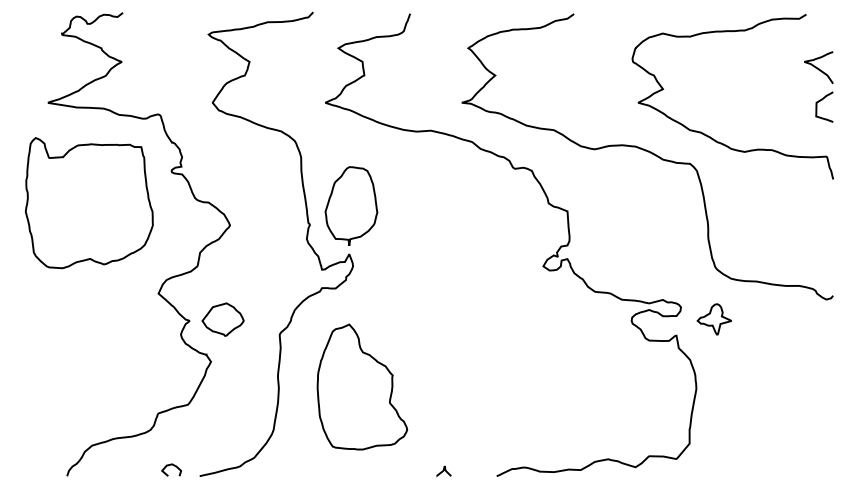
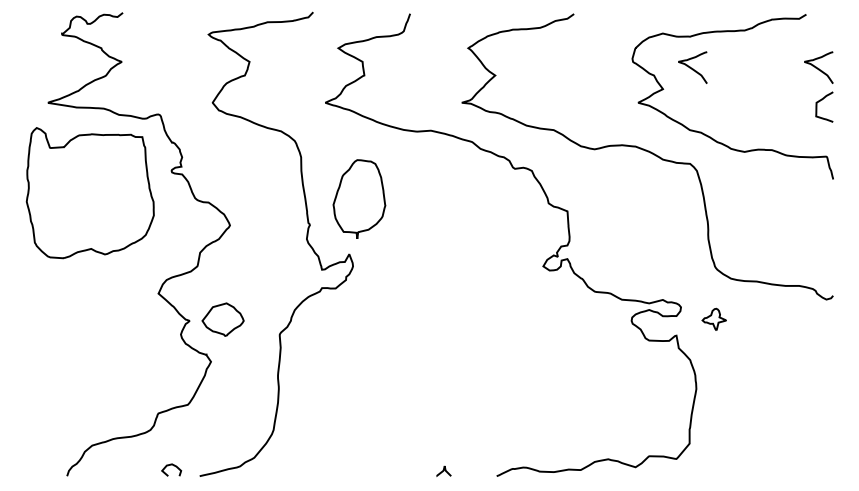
curve at (691, 67): none -> present
part at (88, 203) position: (88, 203) -> (89, 193)
part at (351, 205) position: (351, 205) -> (359, 198)
part at (713, 319) size: 36x33 px -> 26x24 px
part at (361, 386): present -> none
